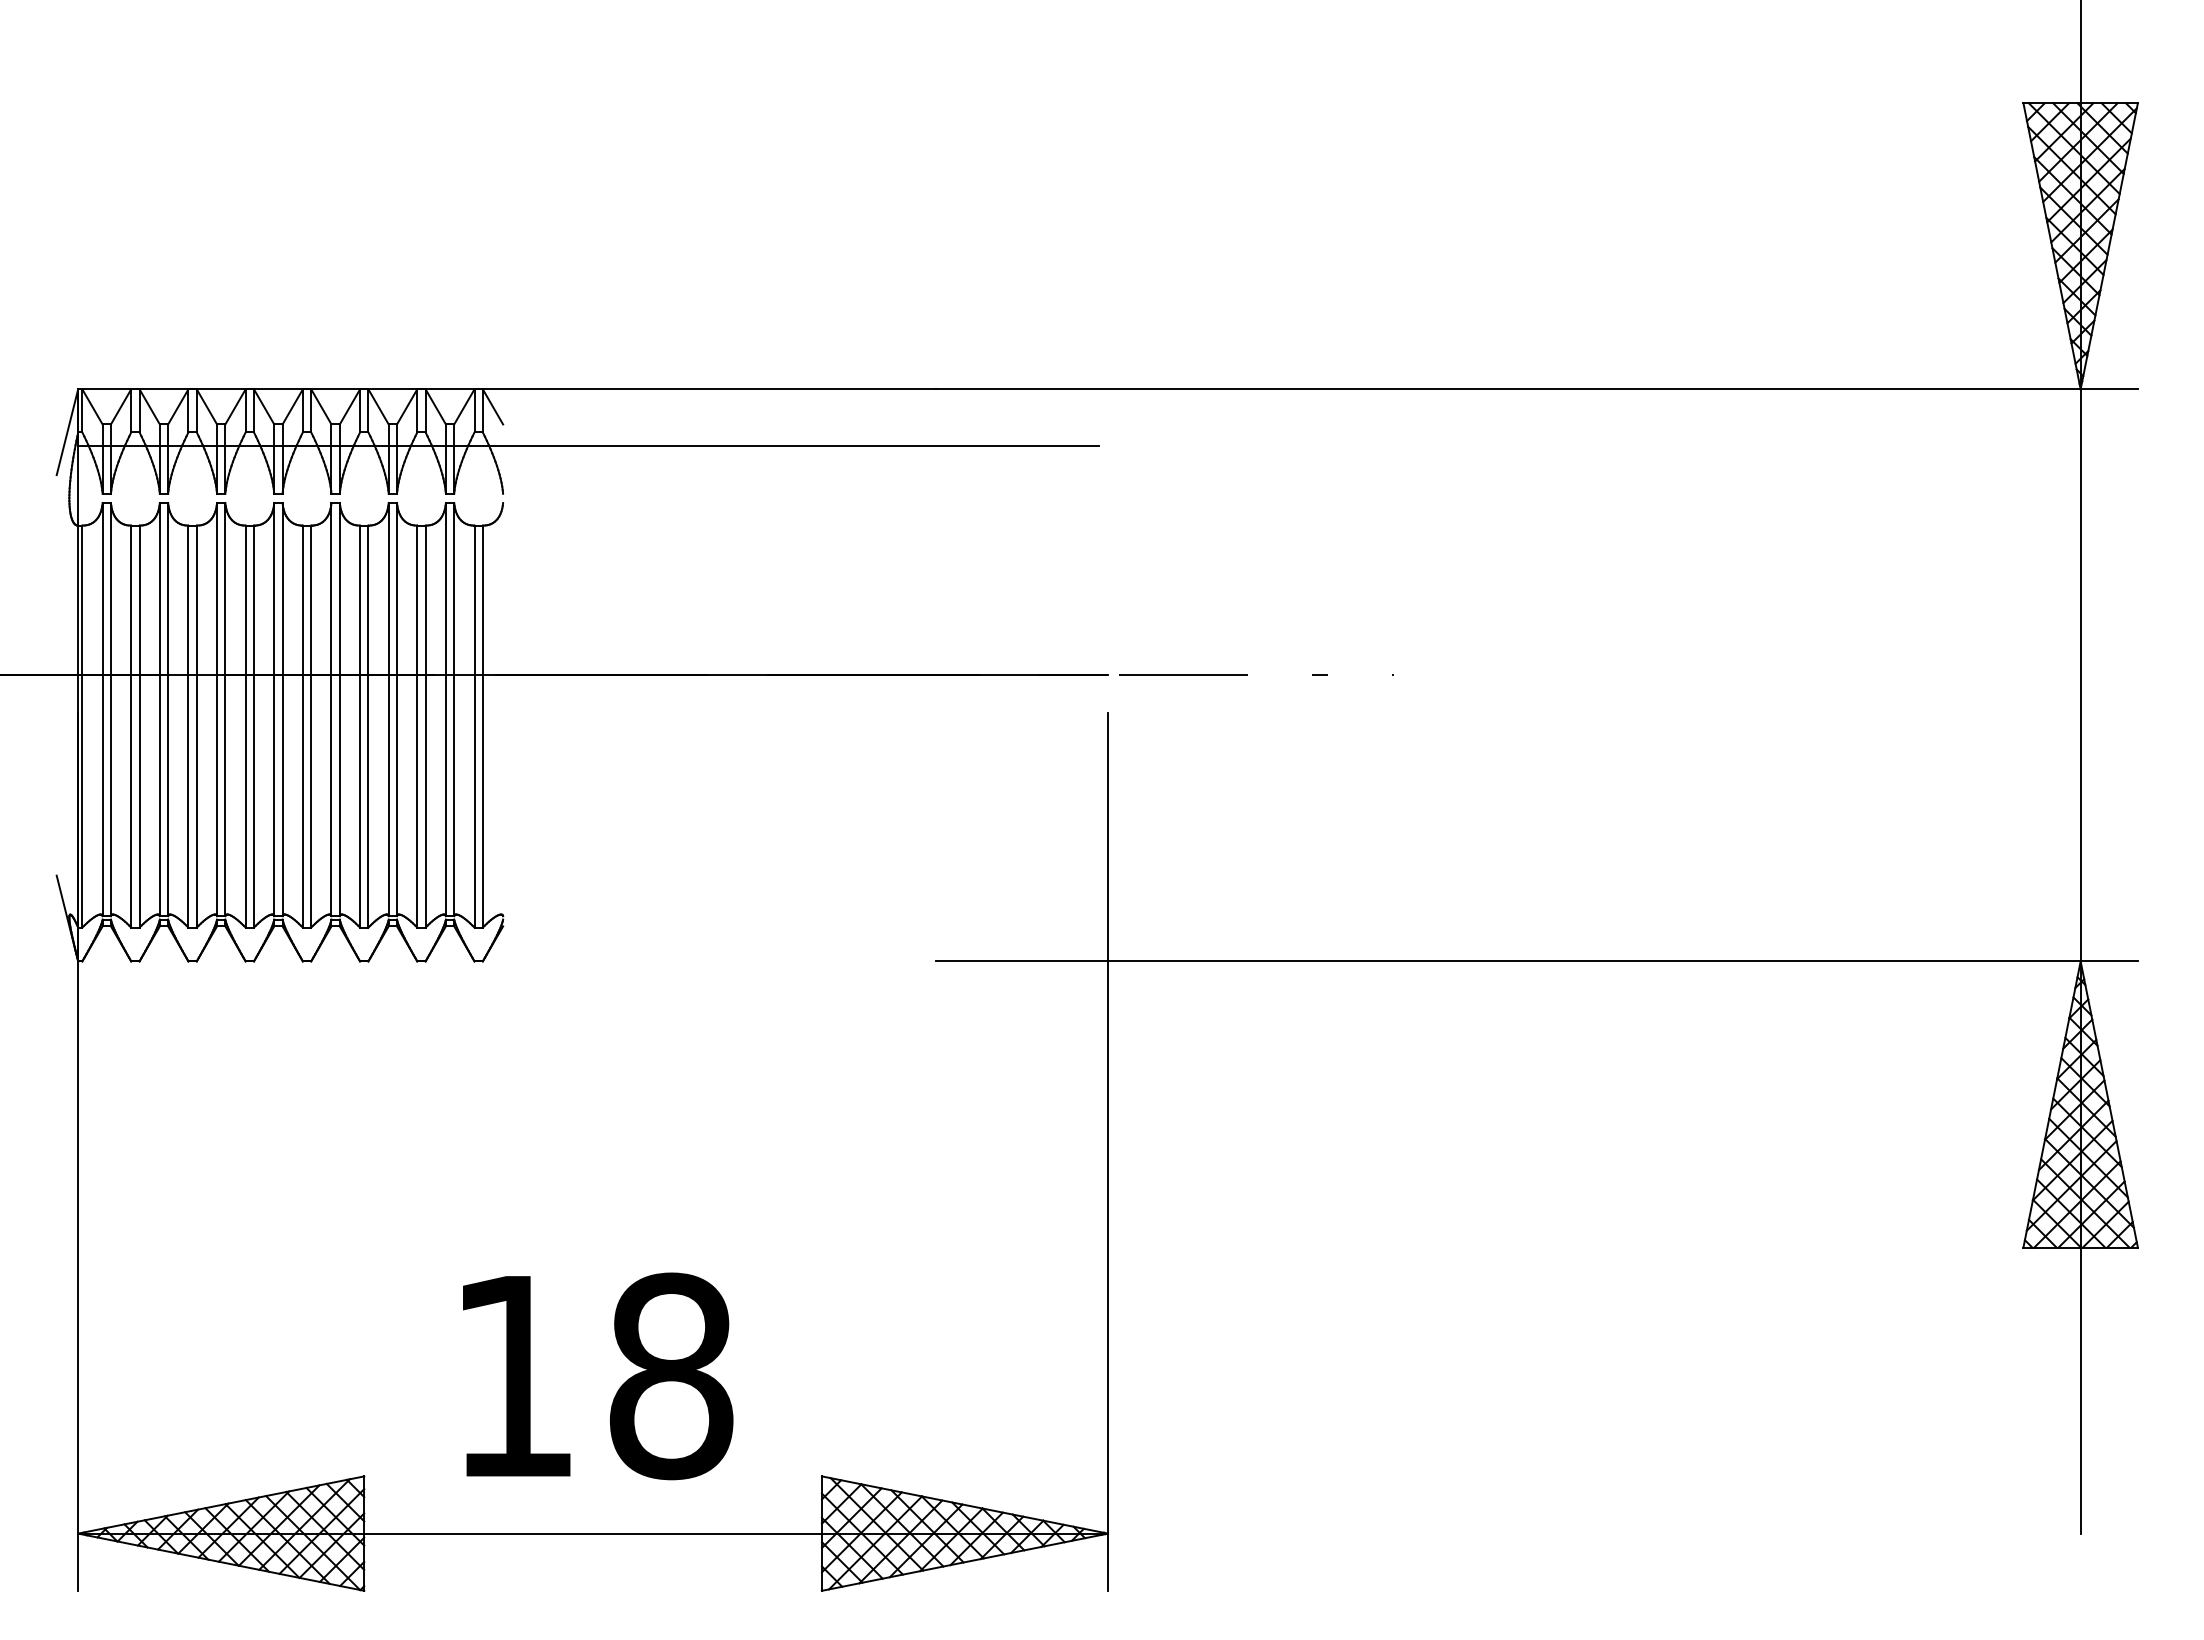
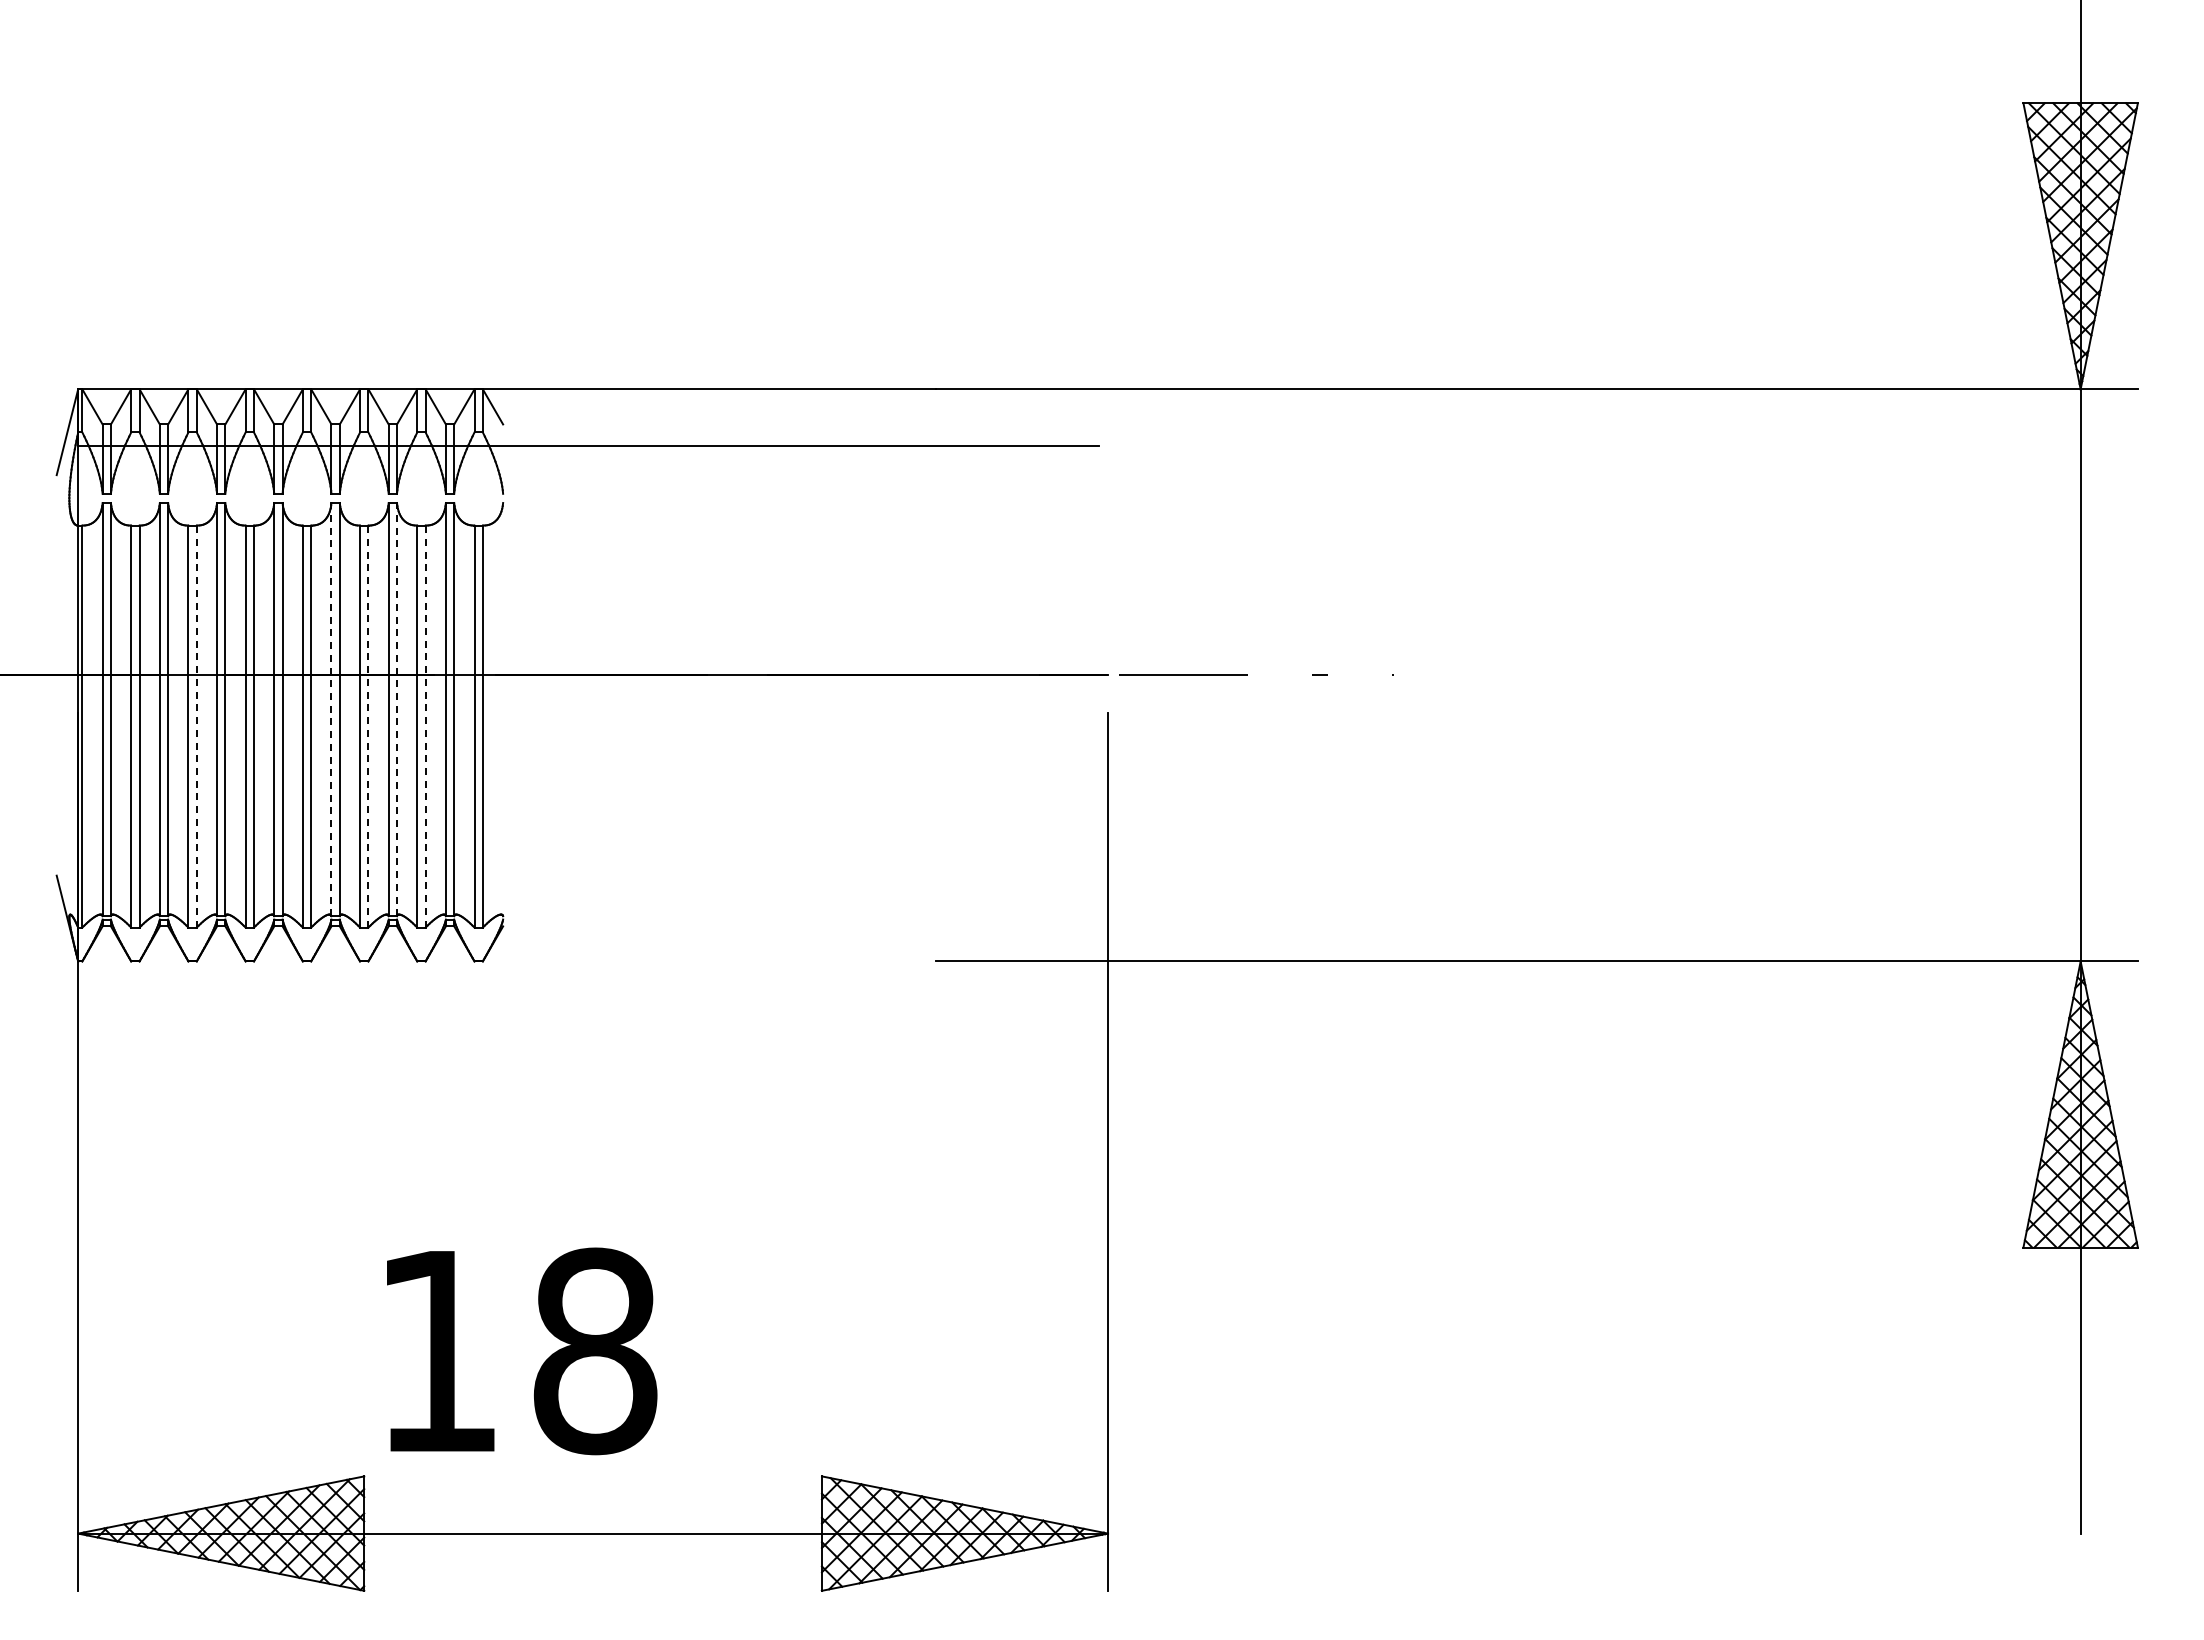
line at (331, 709): solid -> dashed
line at (397, 709): solid -> dashed
line at (196, 726): solid -> dashed
line at (368, 726): solid -> dashed
line at (425, 726): solid -> dashed
text at (598, 1376) position: (598, 1376) -> (522, 1351)
